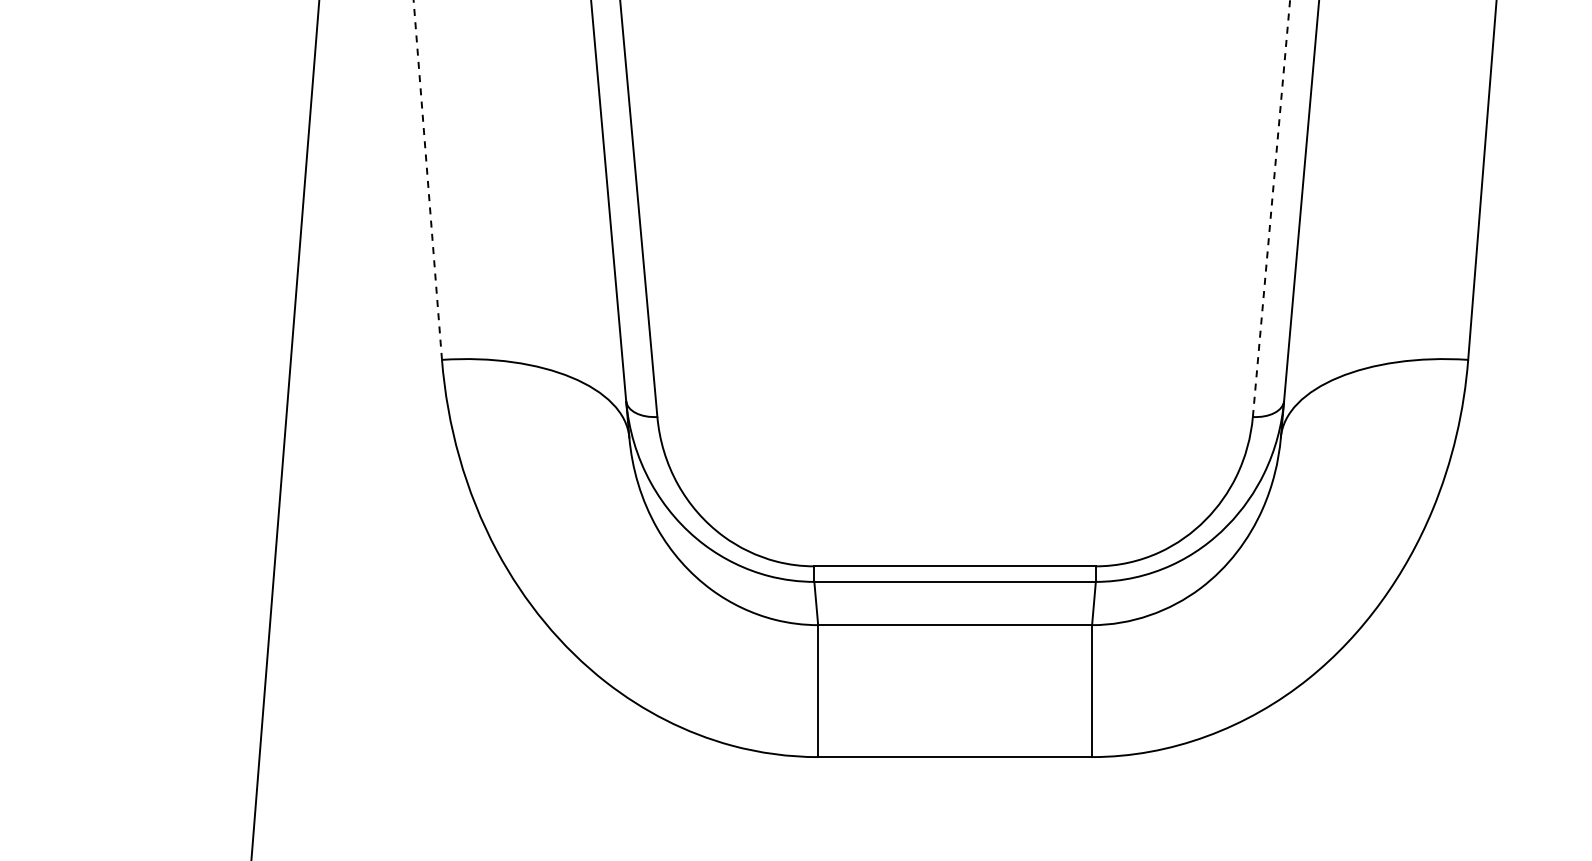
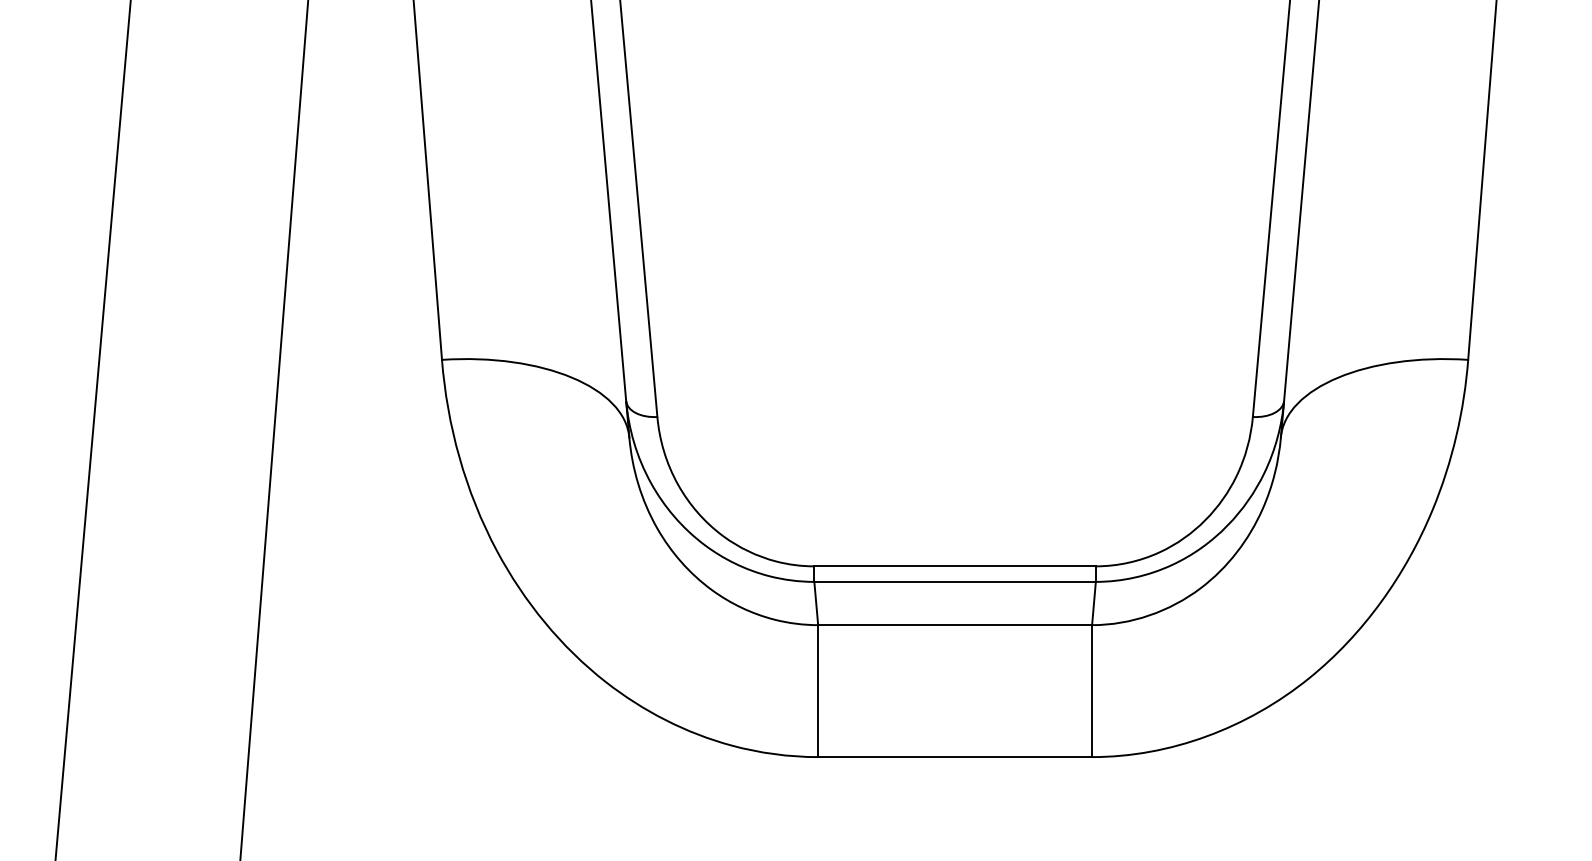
line at (427, 179): dashed -> solid
line at (1271, 208): dashed -> solid
line at (92, 429): none -> present
line at (285, 429) position: (285, 429) -> (274, 429)
